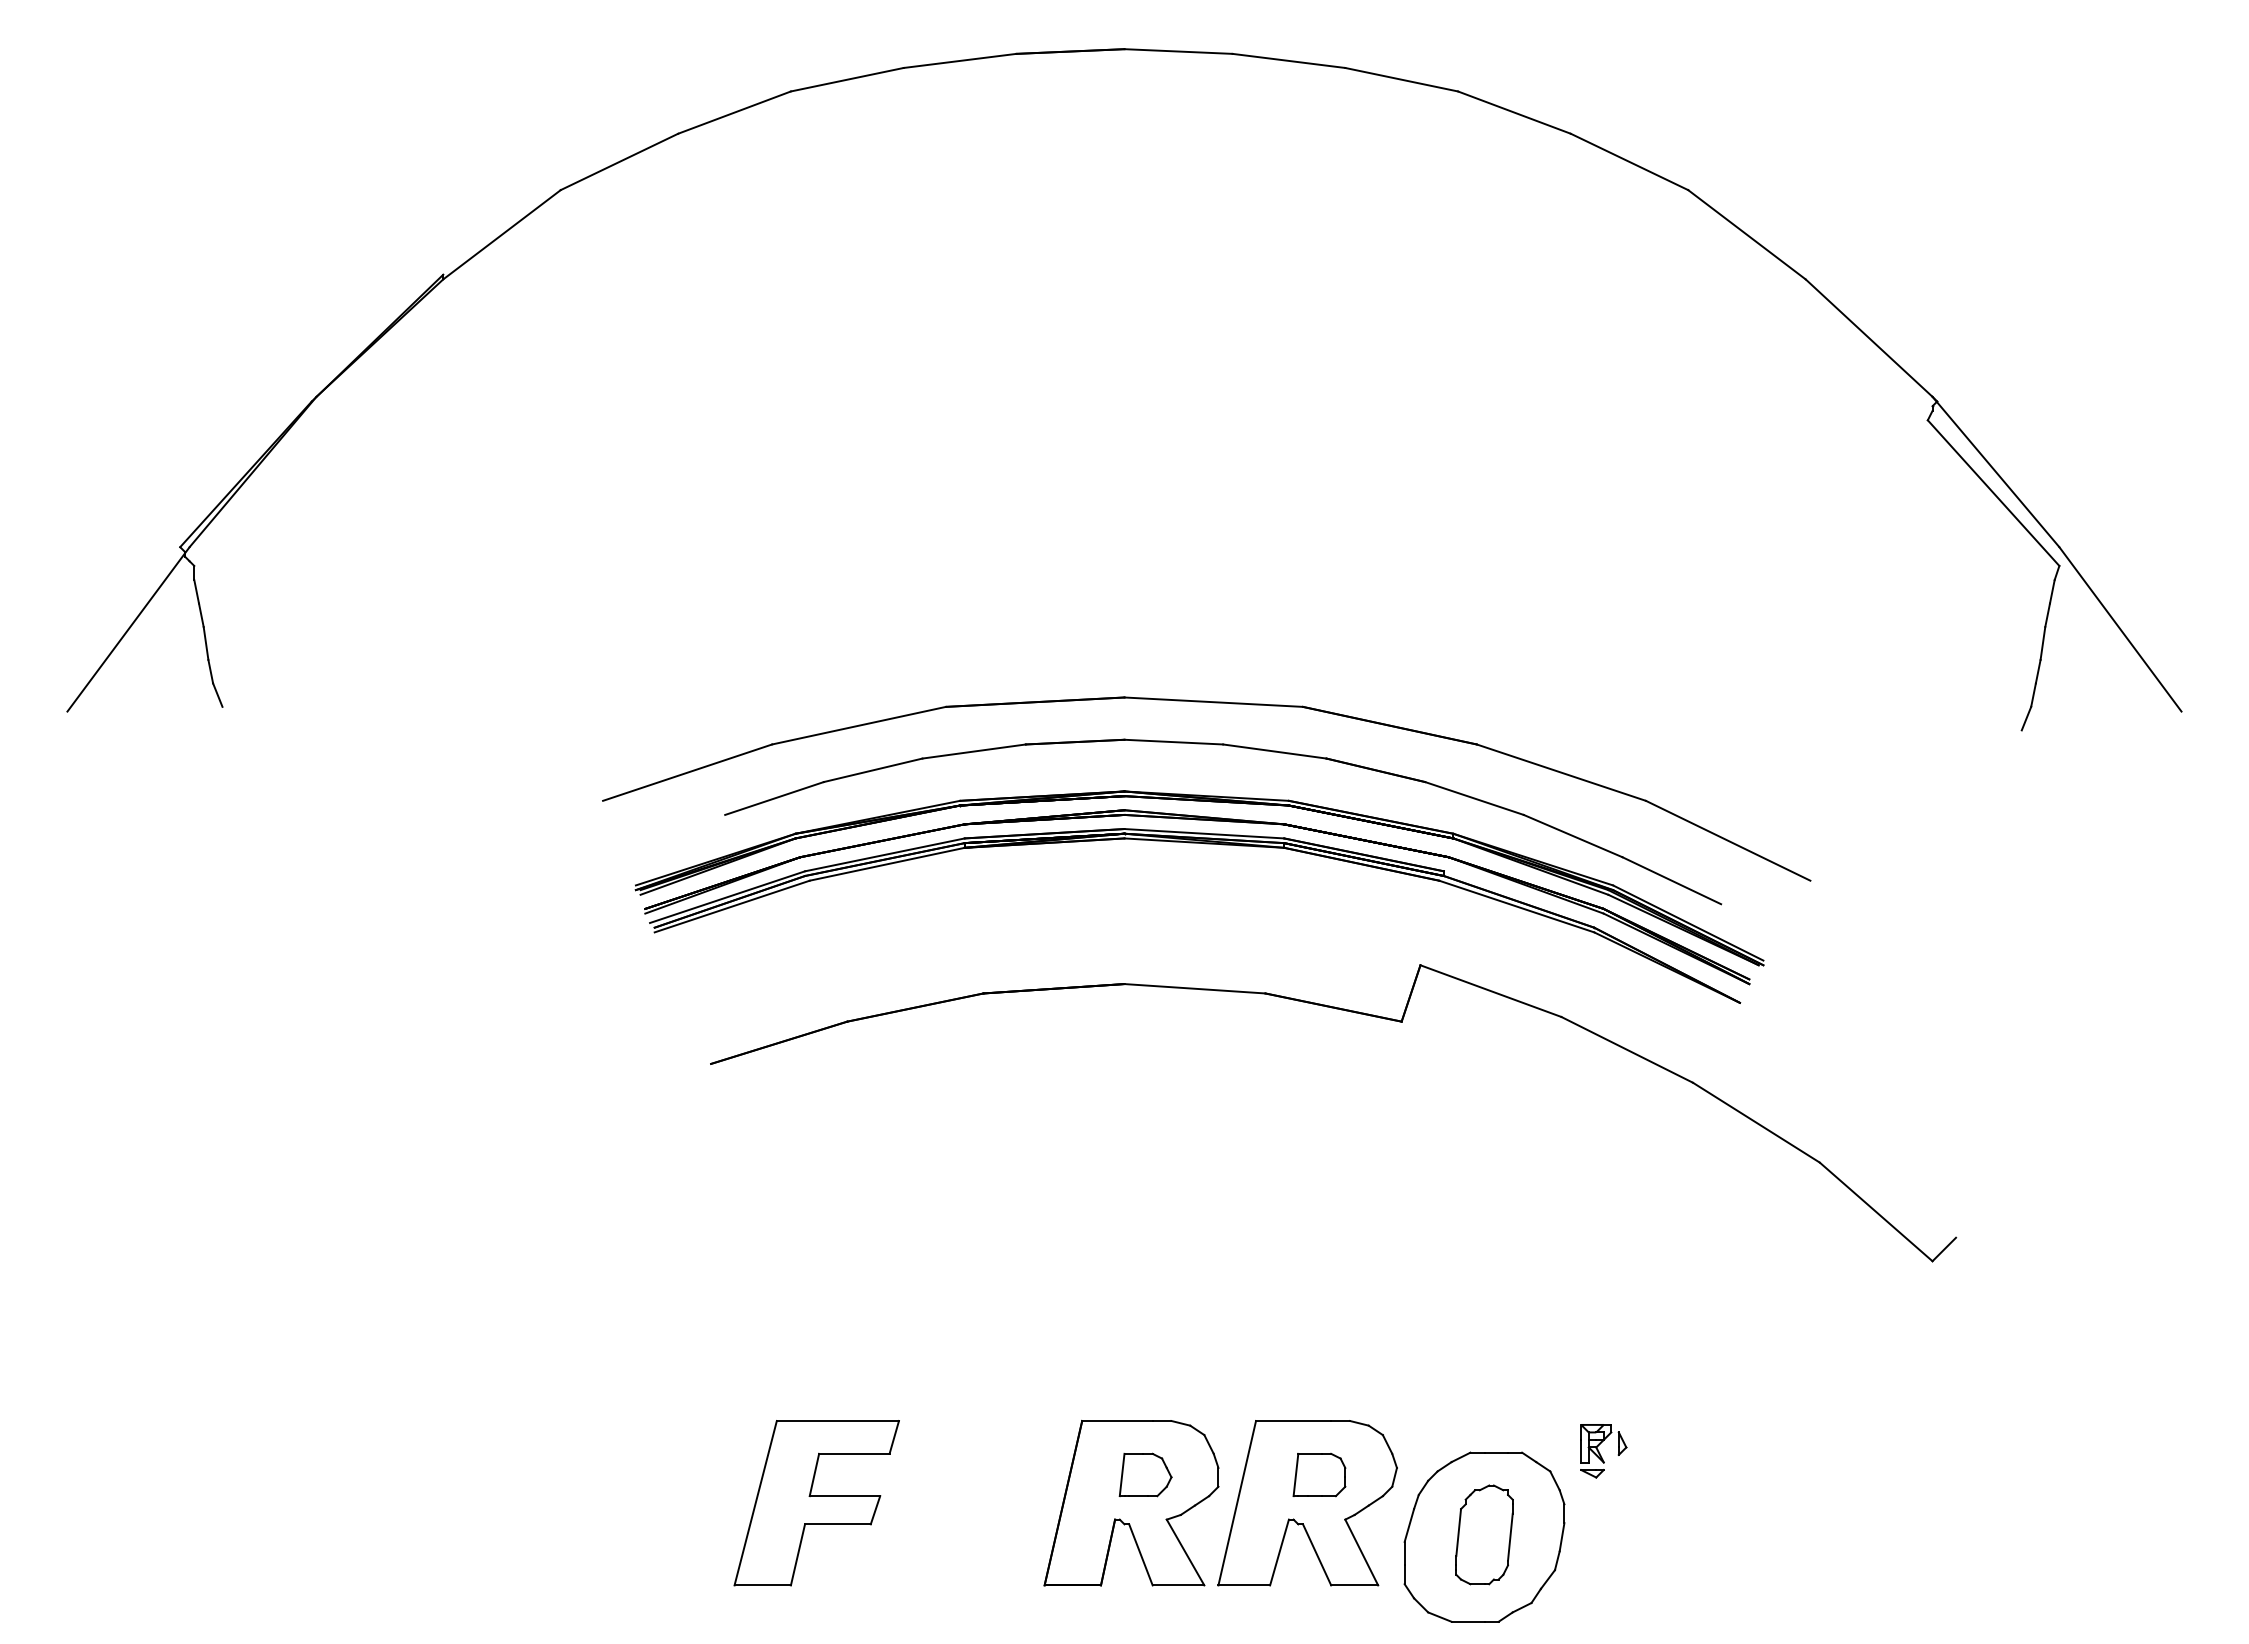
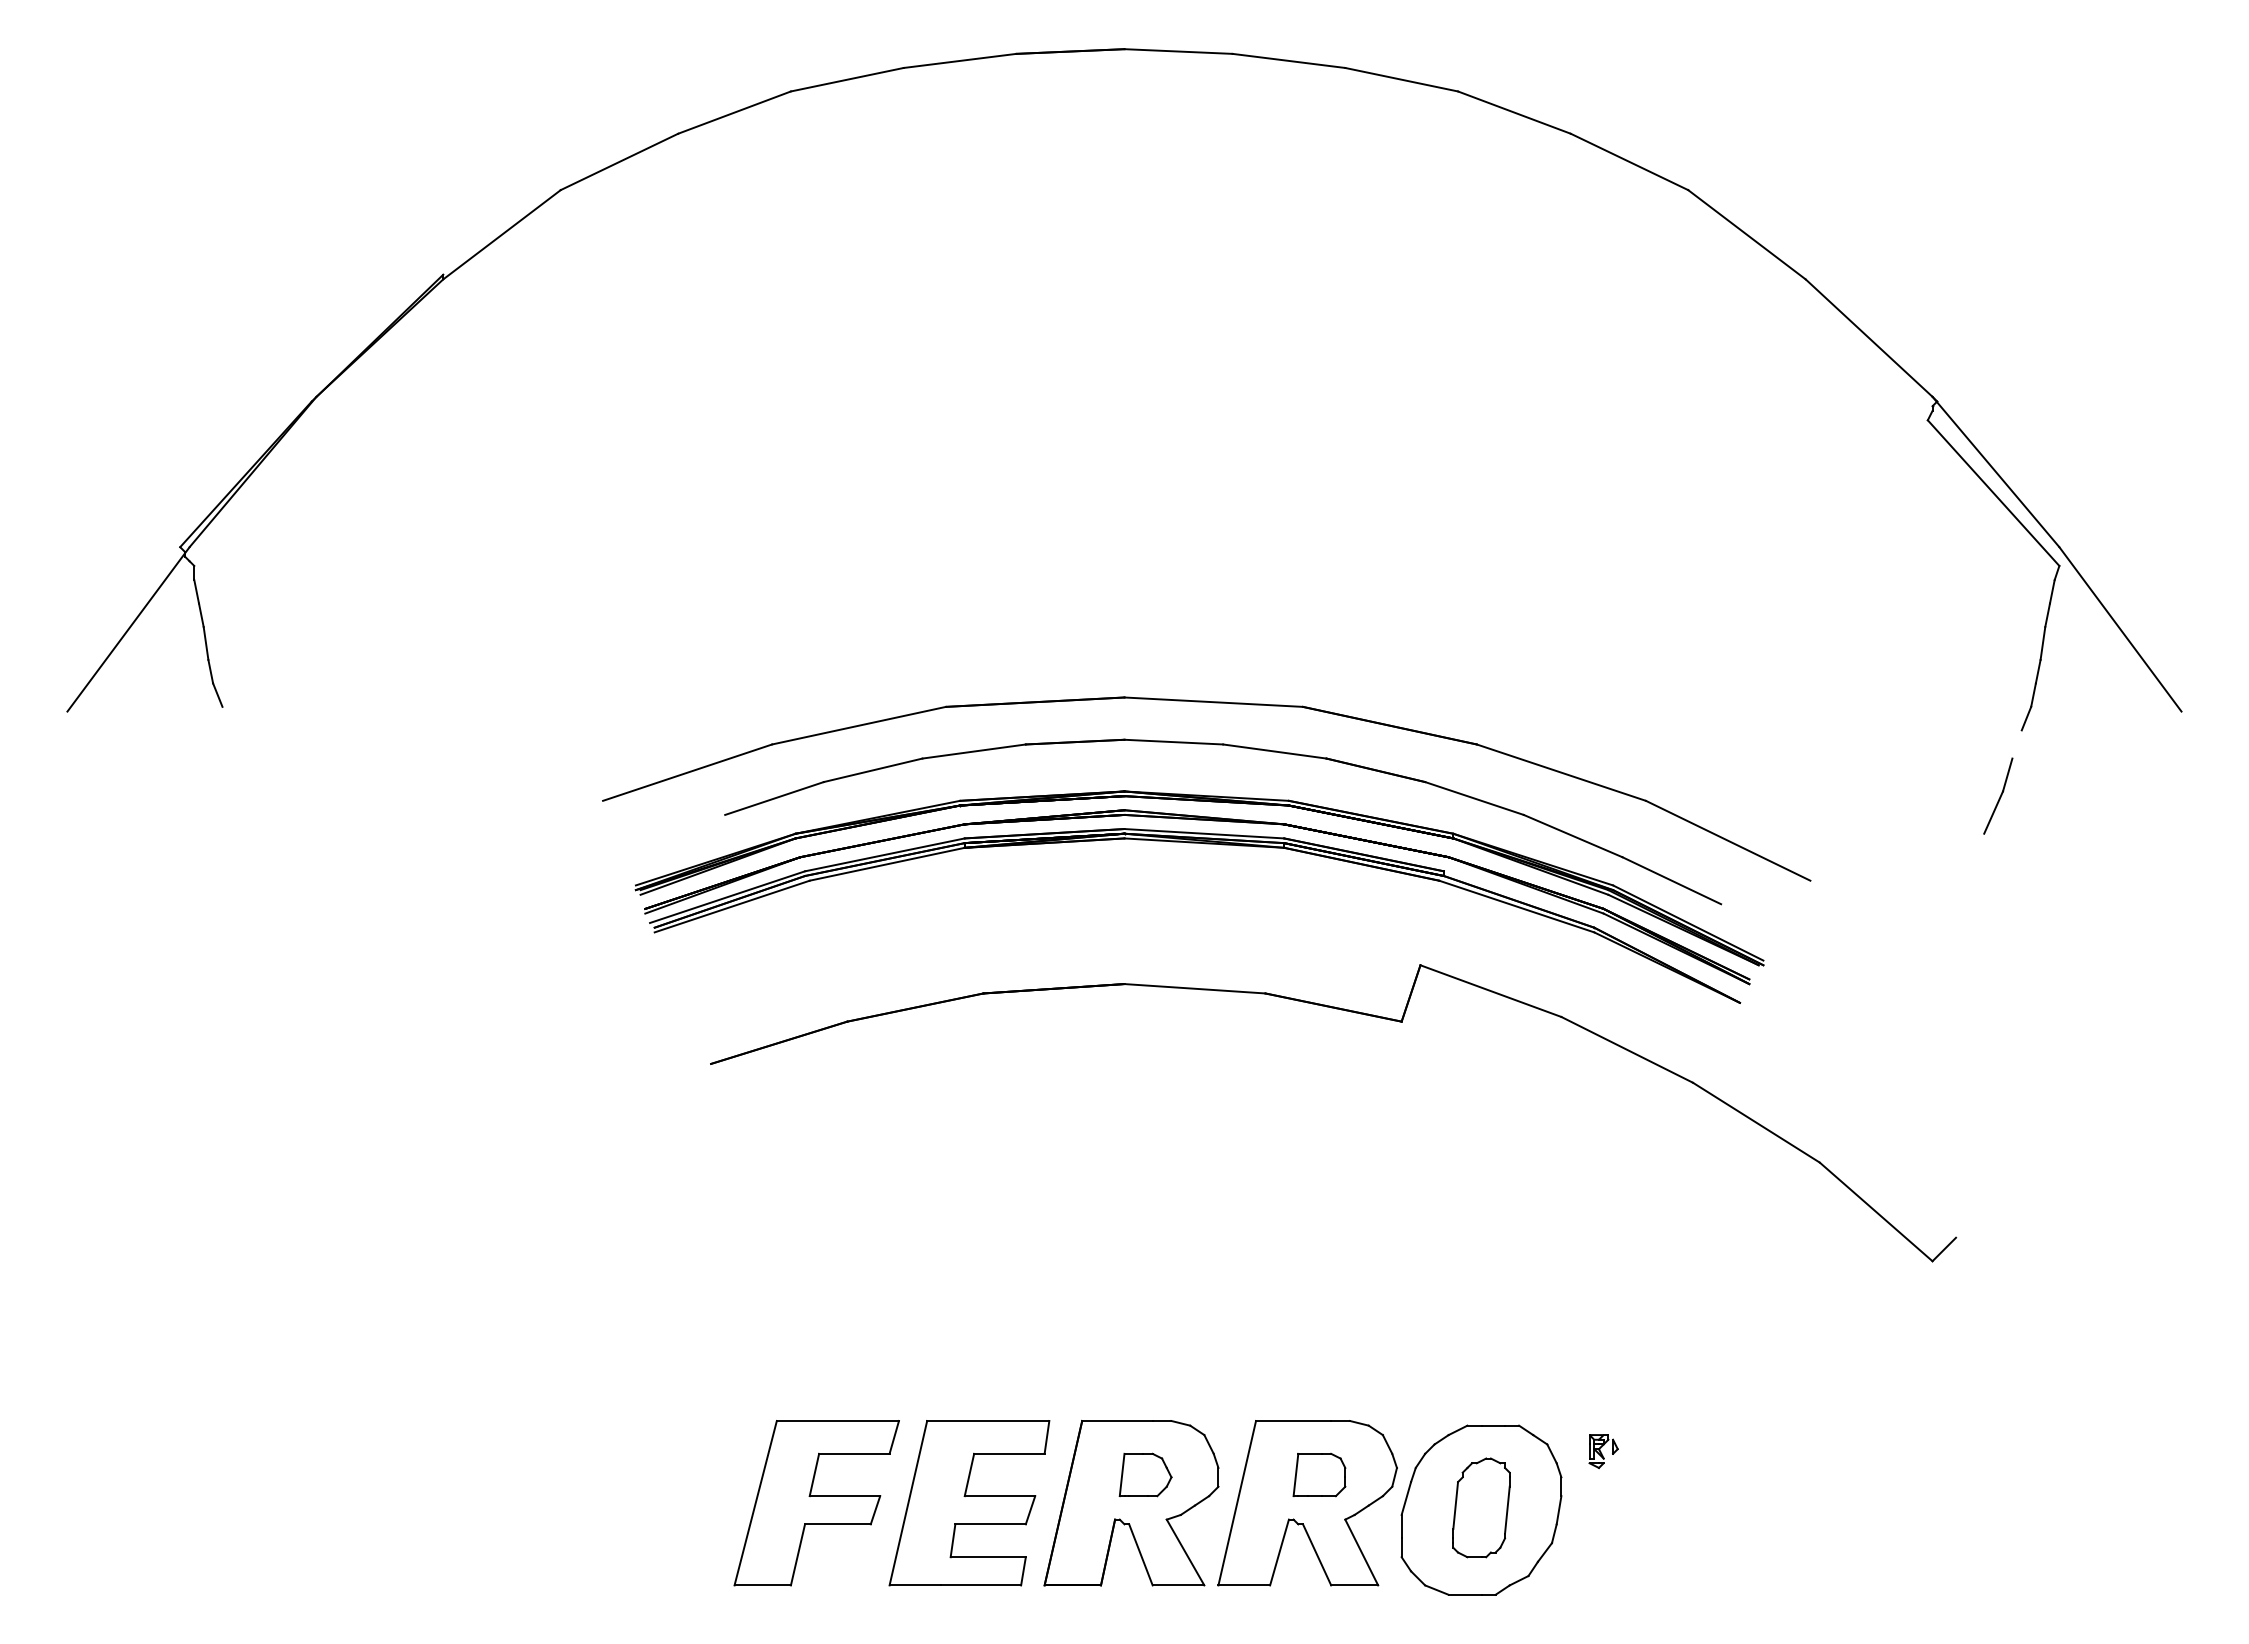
part at (1998, 795): none -> present
part at (1603, 1451) size: 48x55 px -> 31x36 px
part at (969, 1503): none -> present
part at (1484, 1536) position: (1484, 1536) -> (1481, 1509)
